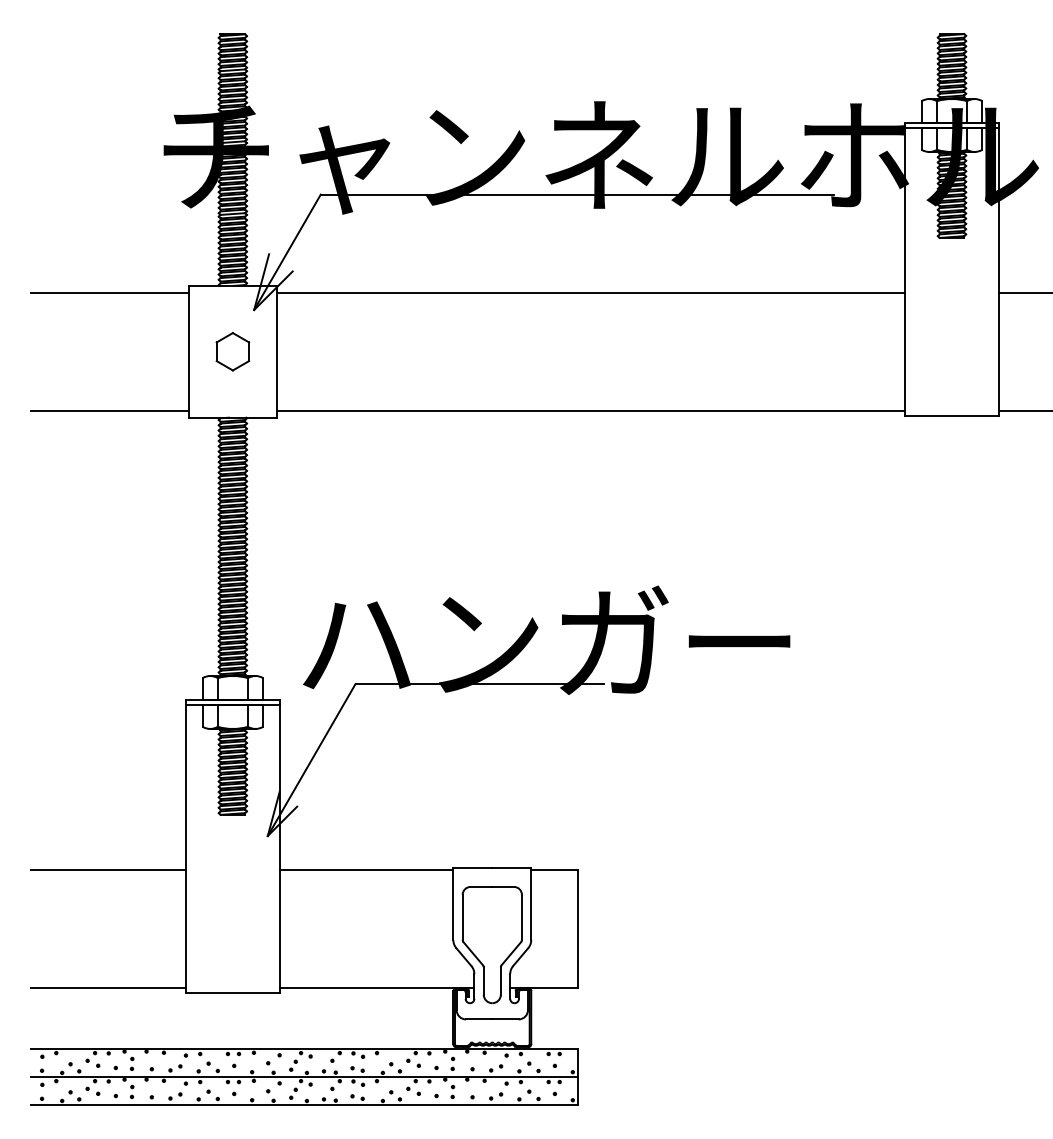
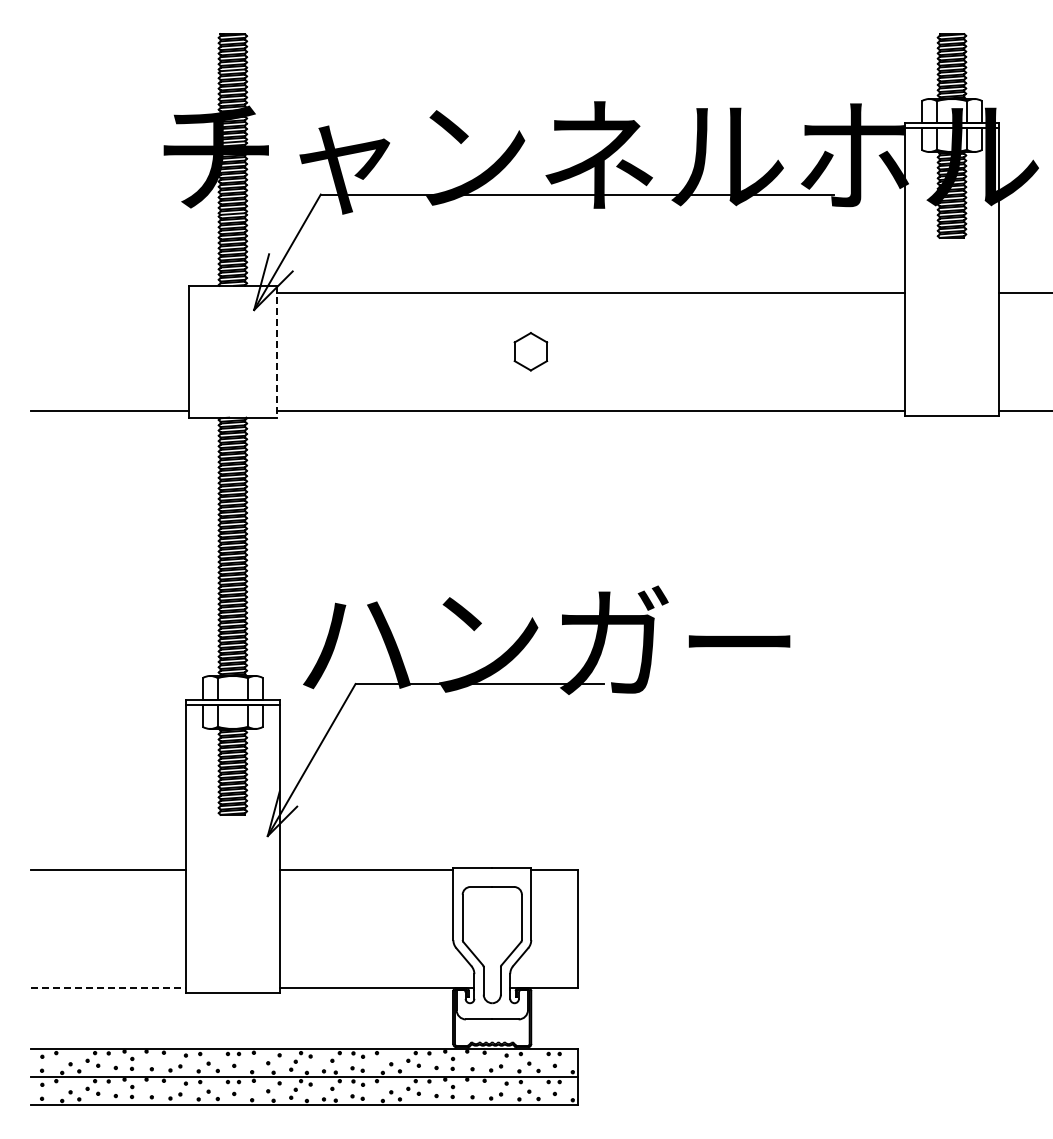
line at (110, 292): present -> none
part at (232, 351) position: (232, 351) -> (530, 351)
line at (276, 351): solid -> dashed
line at (109, 987): solid -> dashed
